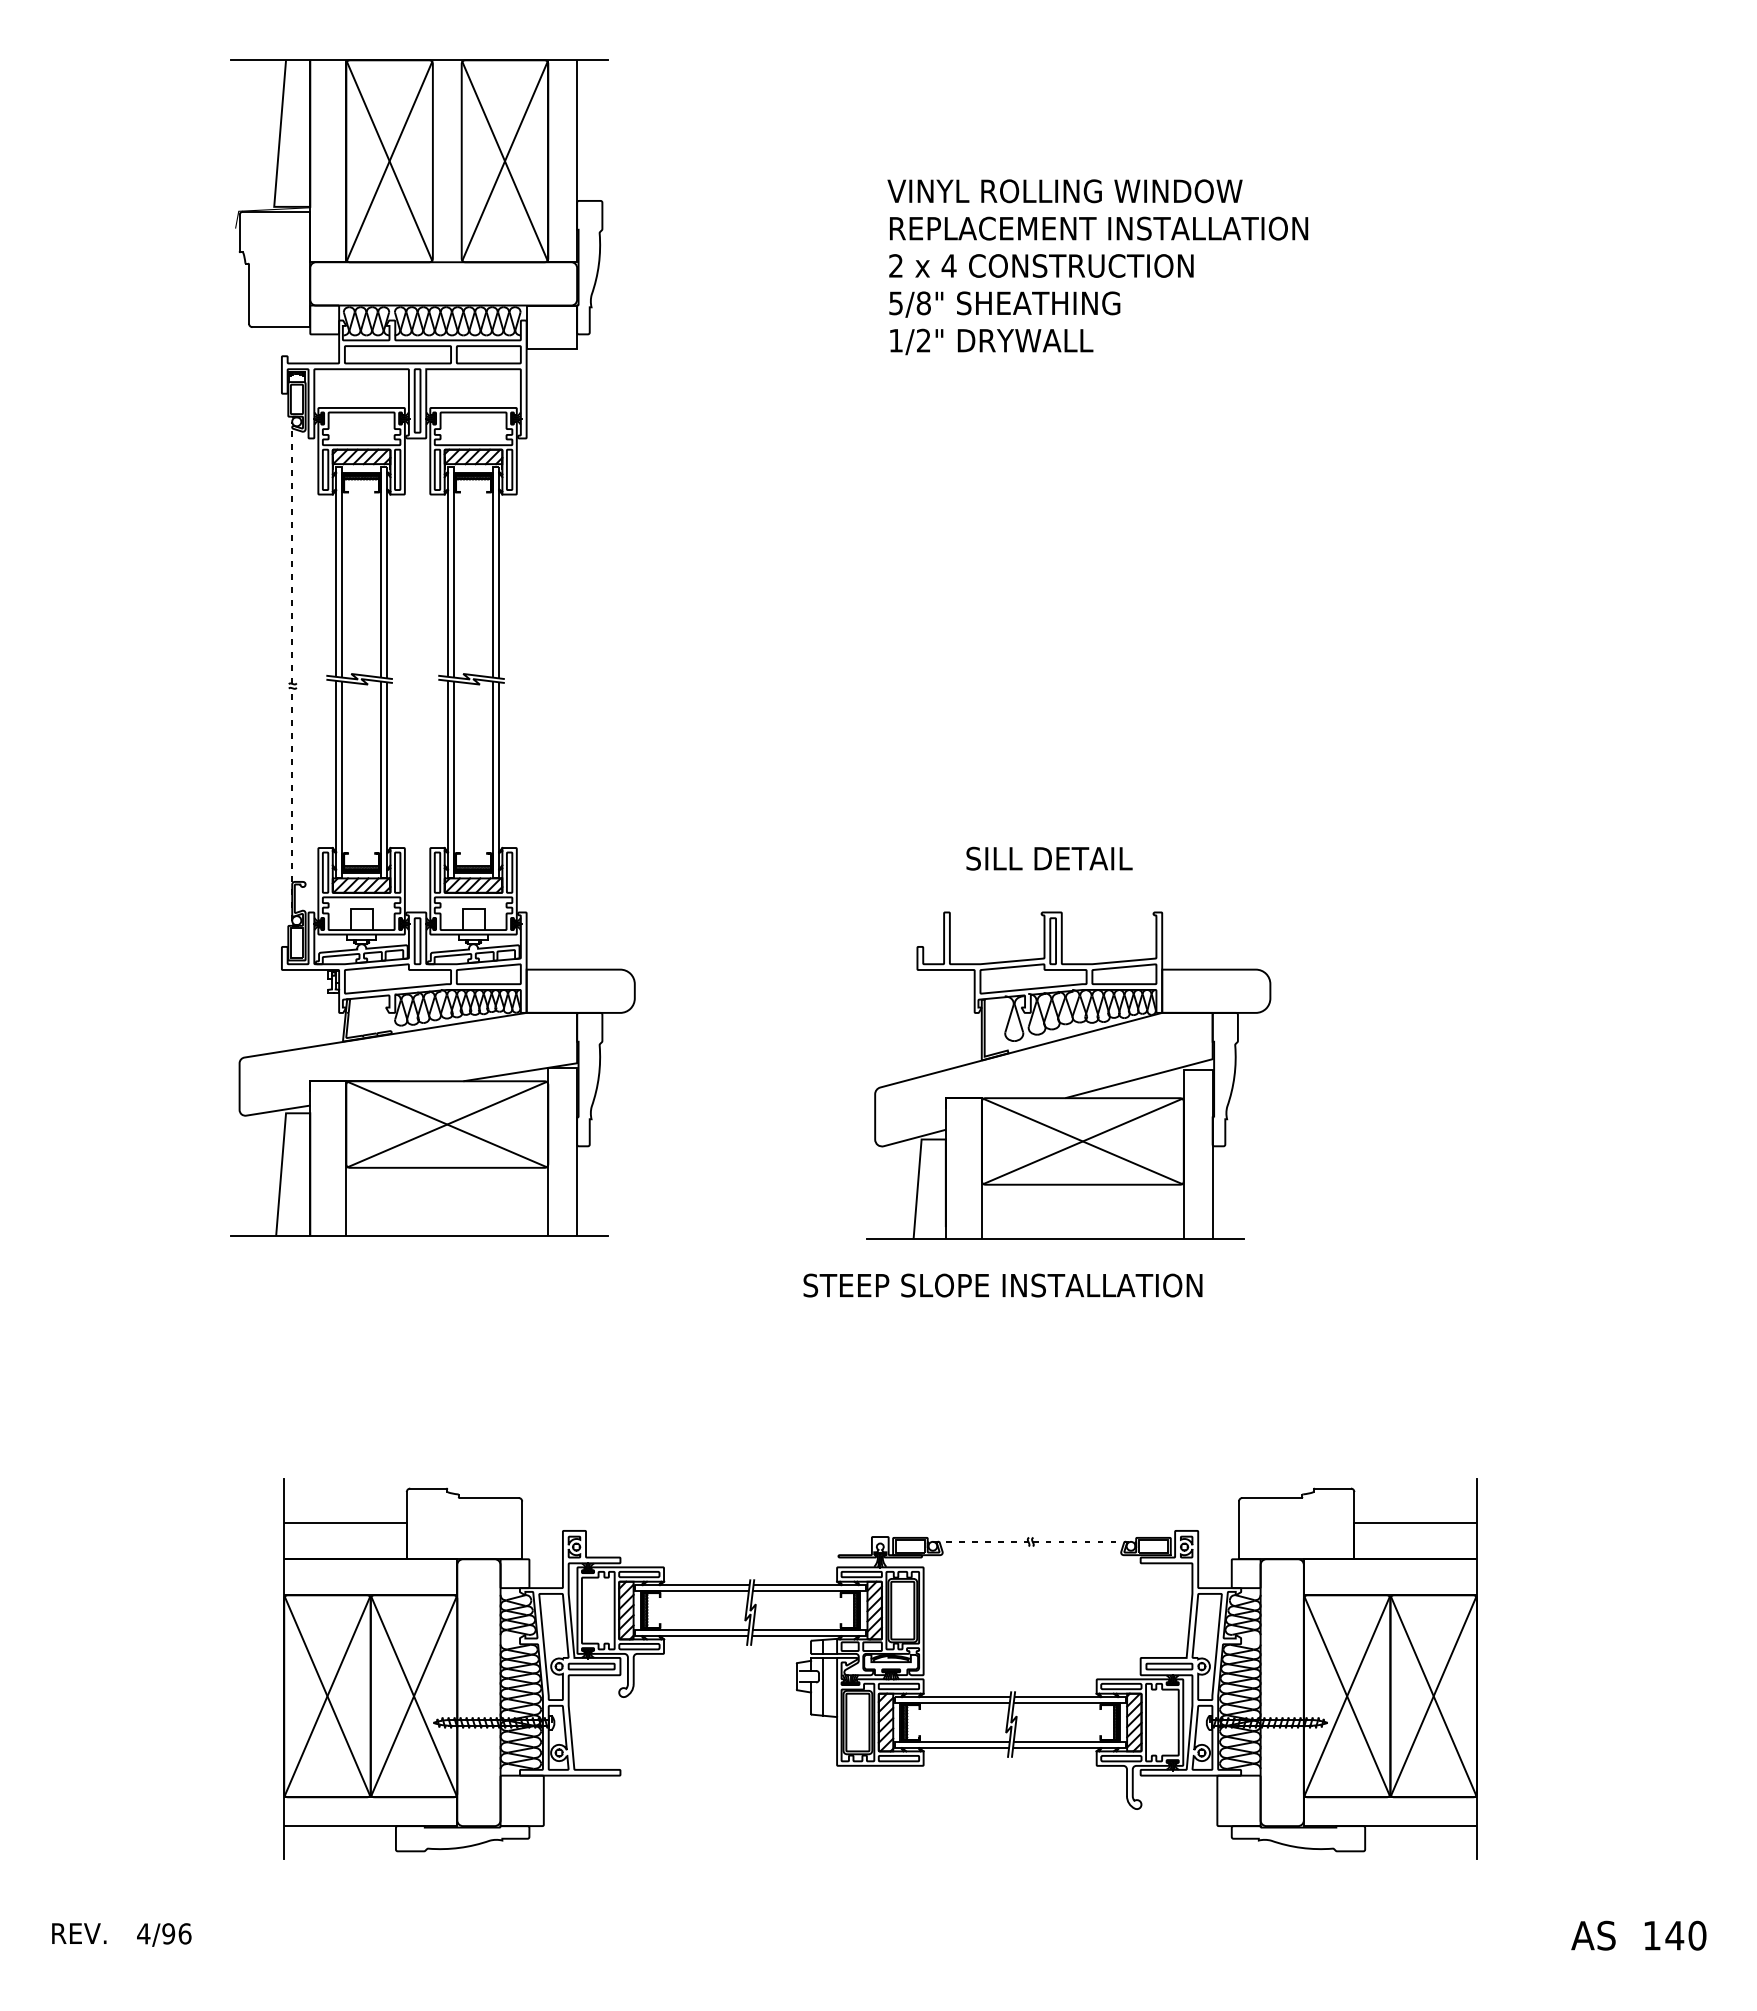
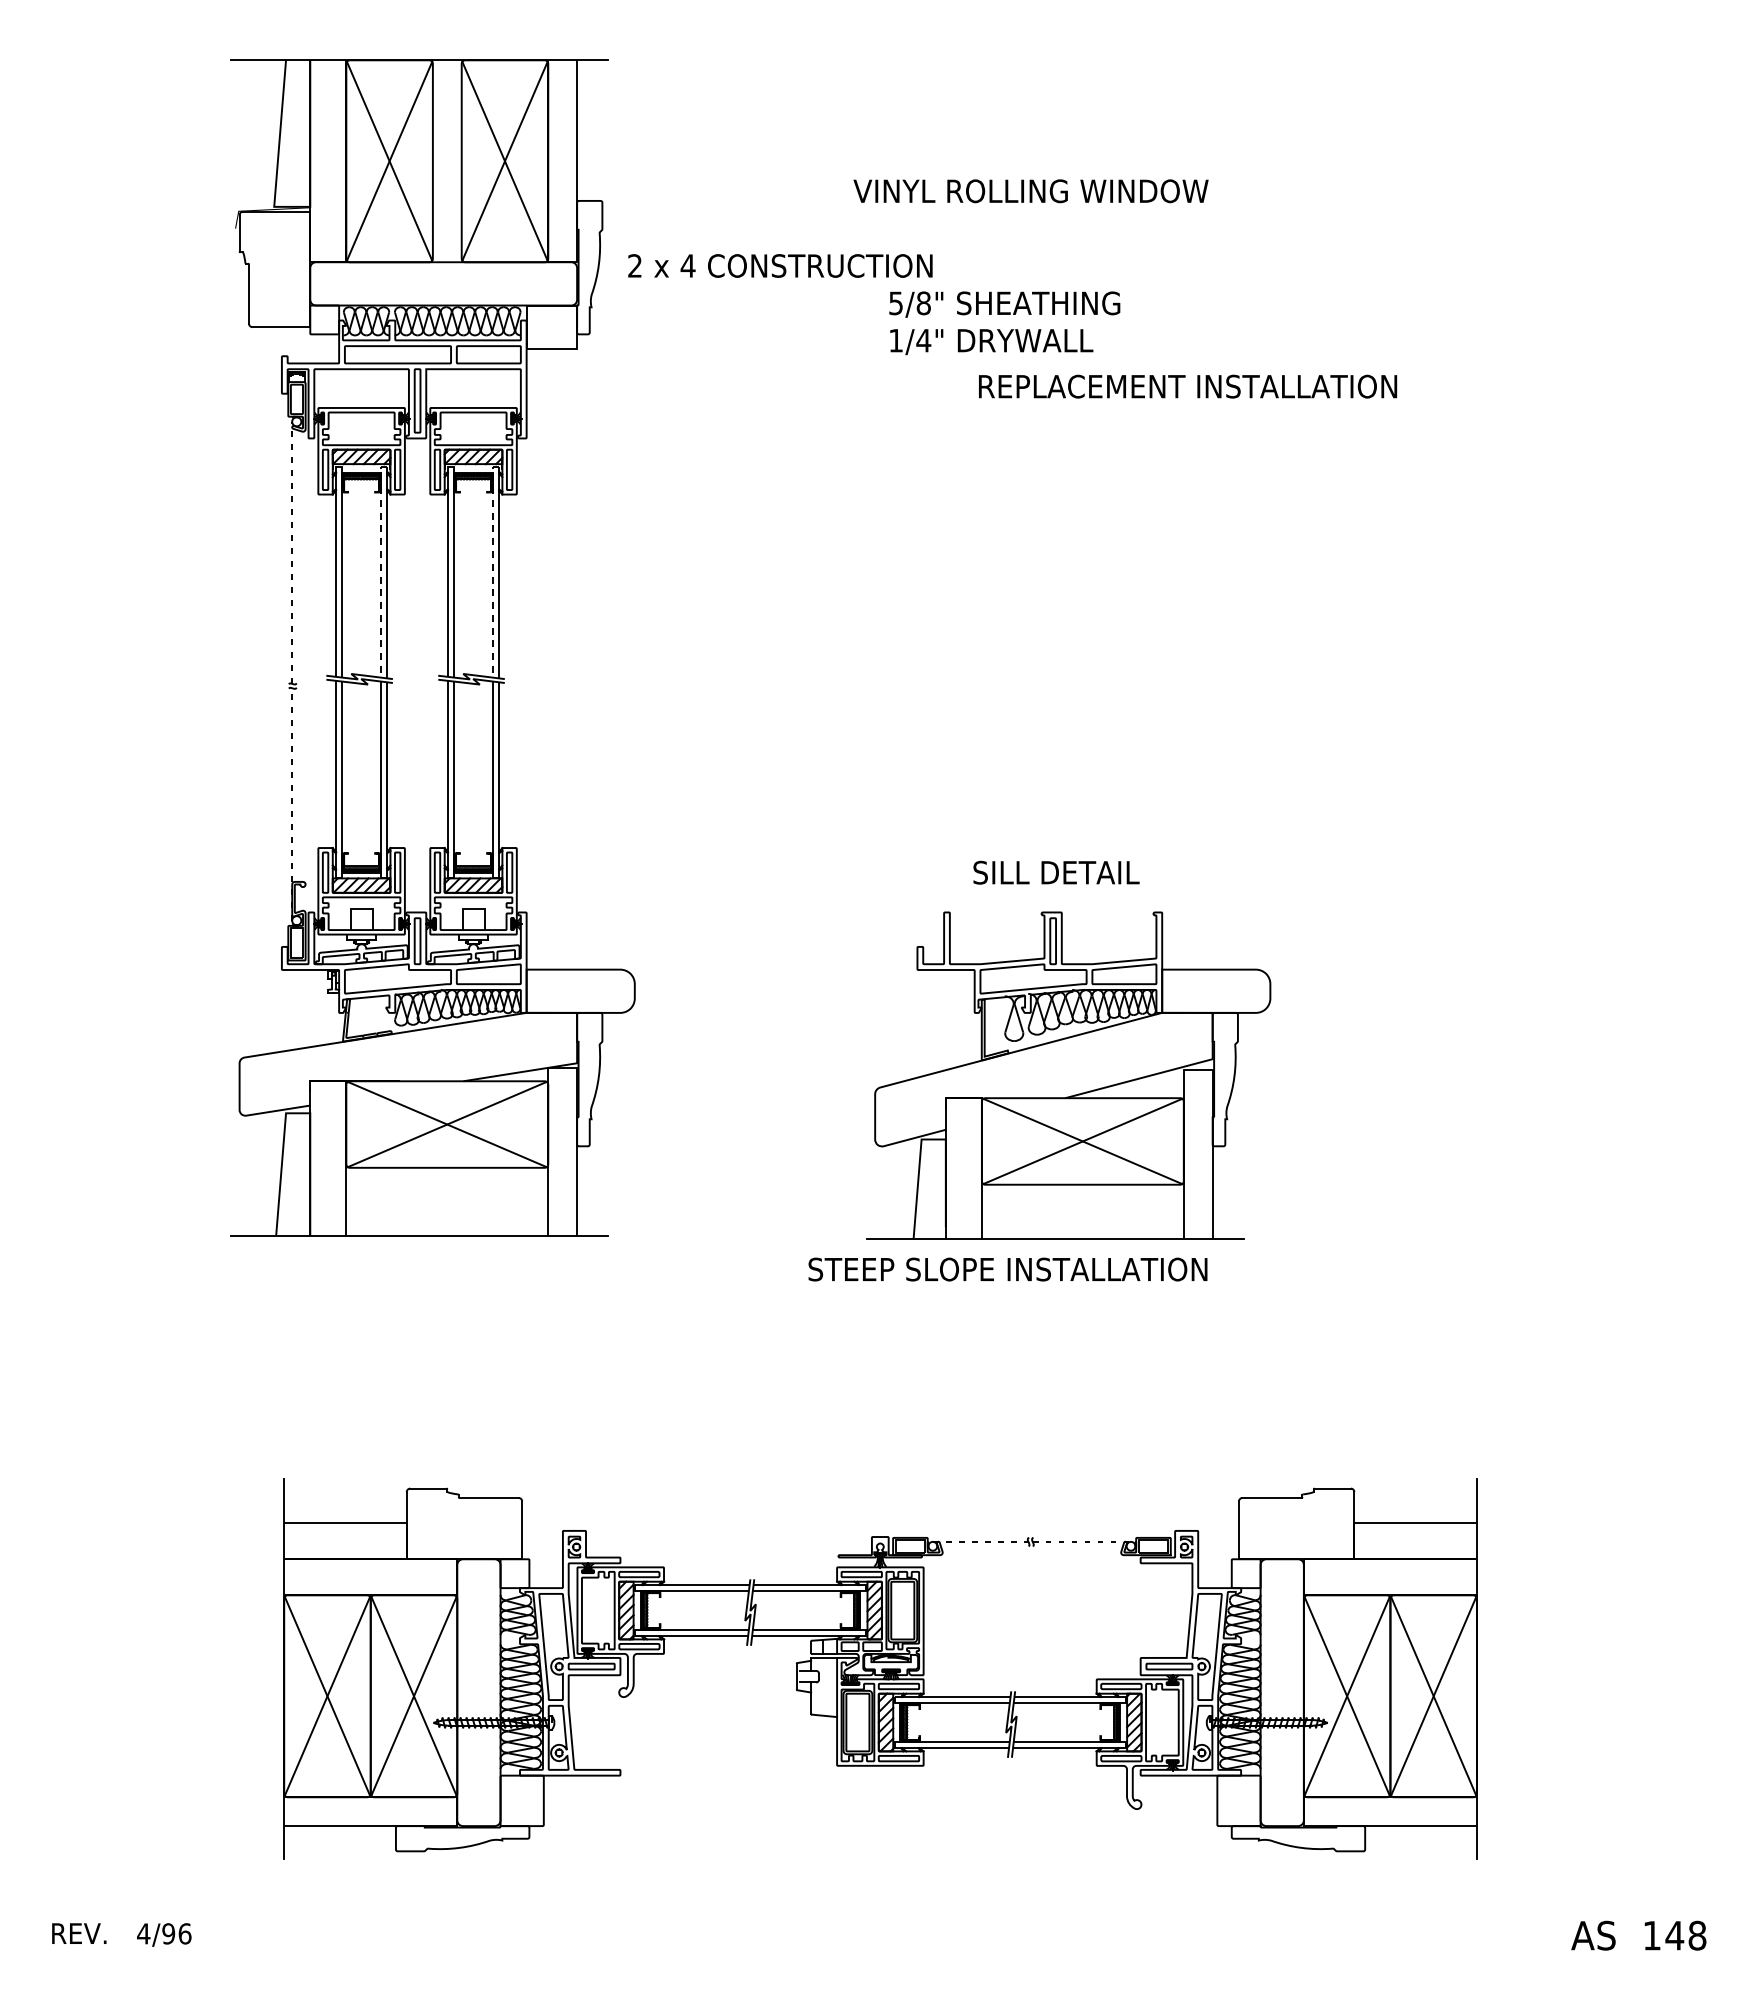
text at (1064, 191) position: (1064, 191) -> (1030, 191)
text at (1099, 228) position: (1099, 228) -> (1188, 386)
text at (1041, 265) position: (1041, 265) -> (780, 265)
text at (923, 340): 1/2" -> 1/4"
line at (381, 568): solid -> dashed
line at (493, 568): solid -> dashed
text at (1049, 858) position: (1049, 858) -> (1056, 872)
text at (1002, 1285) position: (1002, 1285) -> (1007, 1269)
line at (822, 1686): present -> none
text at (1697, 1935): 140 -> 148
